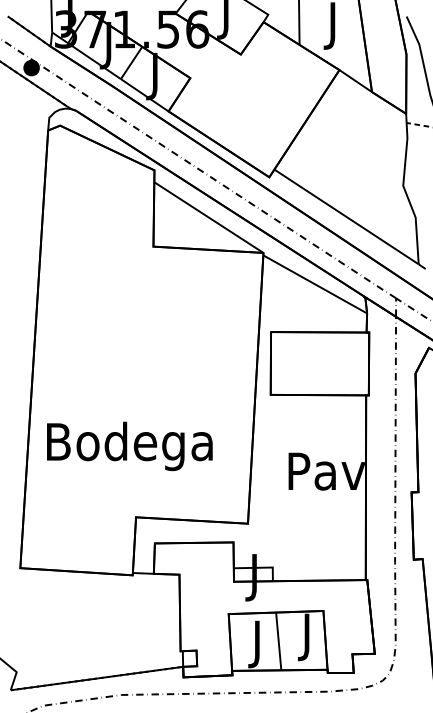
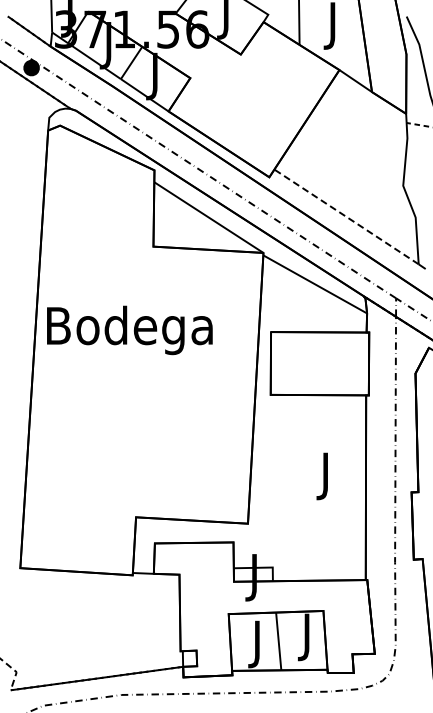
line at (346, 216): solid -> dashed
text at (129, 446) position: (129, 446) -> (129, 330)
text at (326, 476): Pav -> J
line at (16, 672): solid -> dashed
